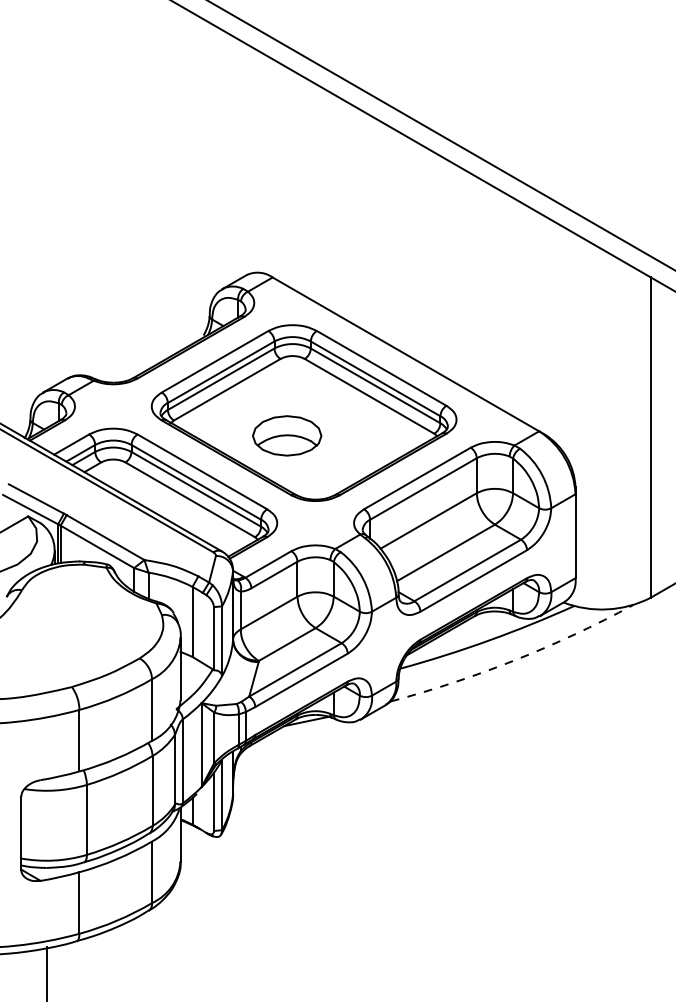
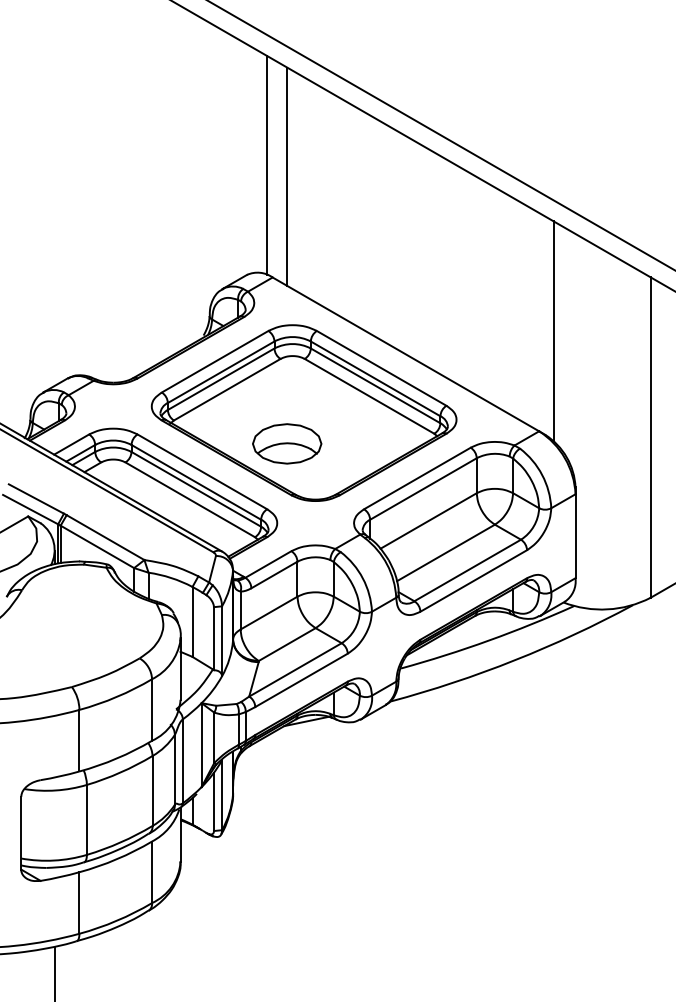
line at (267, 164): none -> present
line at (287, 176): none -> present
line at (553, 331): none -> present
part at (287, 435) position: (287, 435) -> (287, 443)
arc at (514, 660): dashed -> solid
line at (46, 972) position: (46, 972) -> (54, 972)
